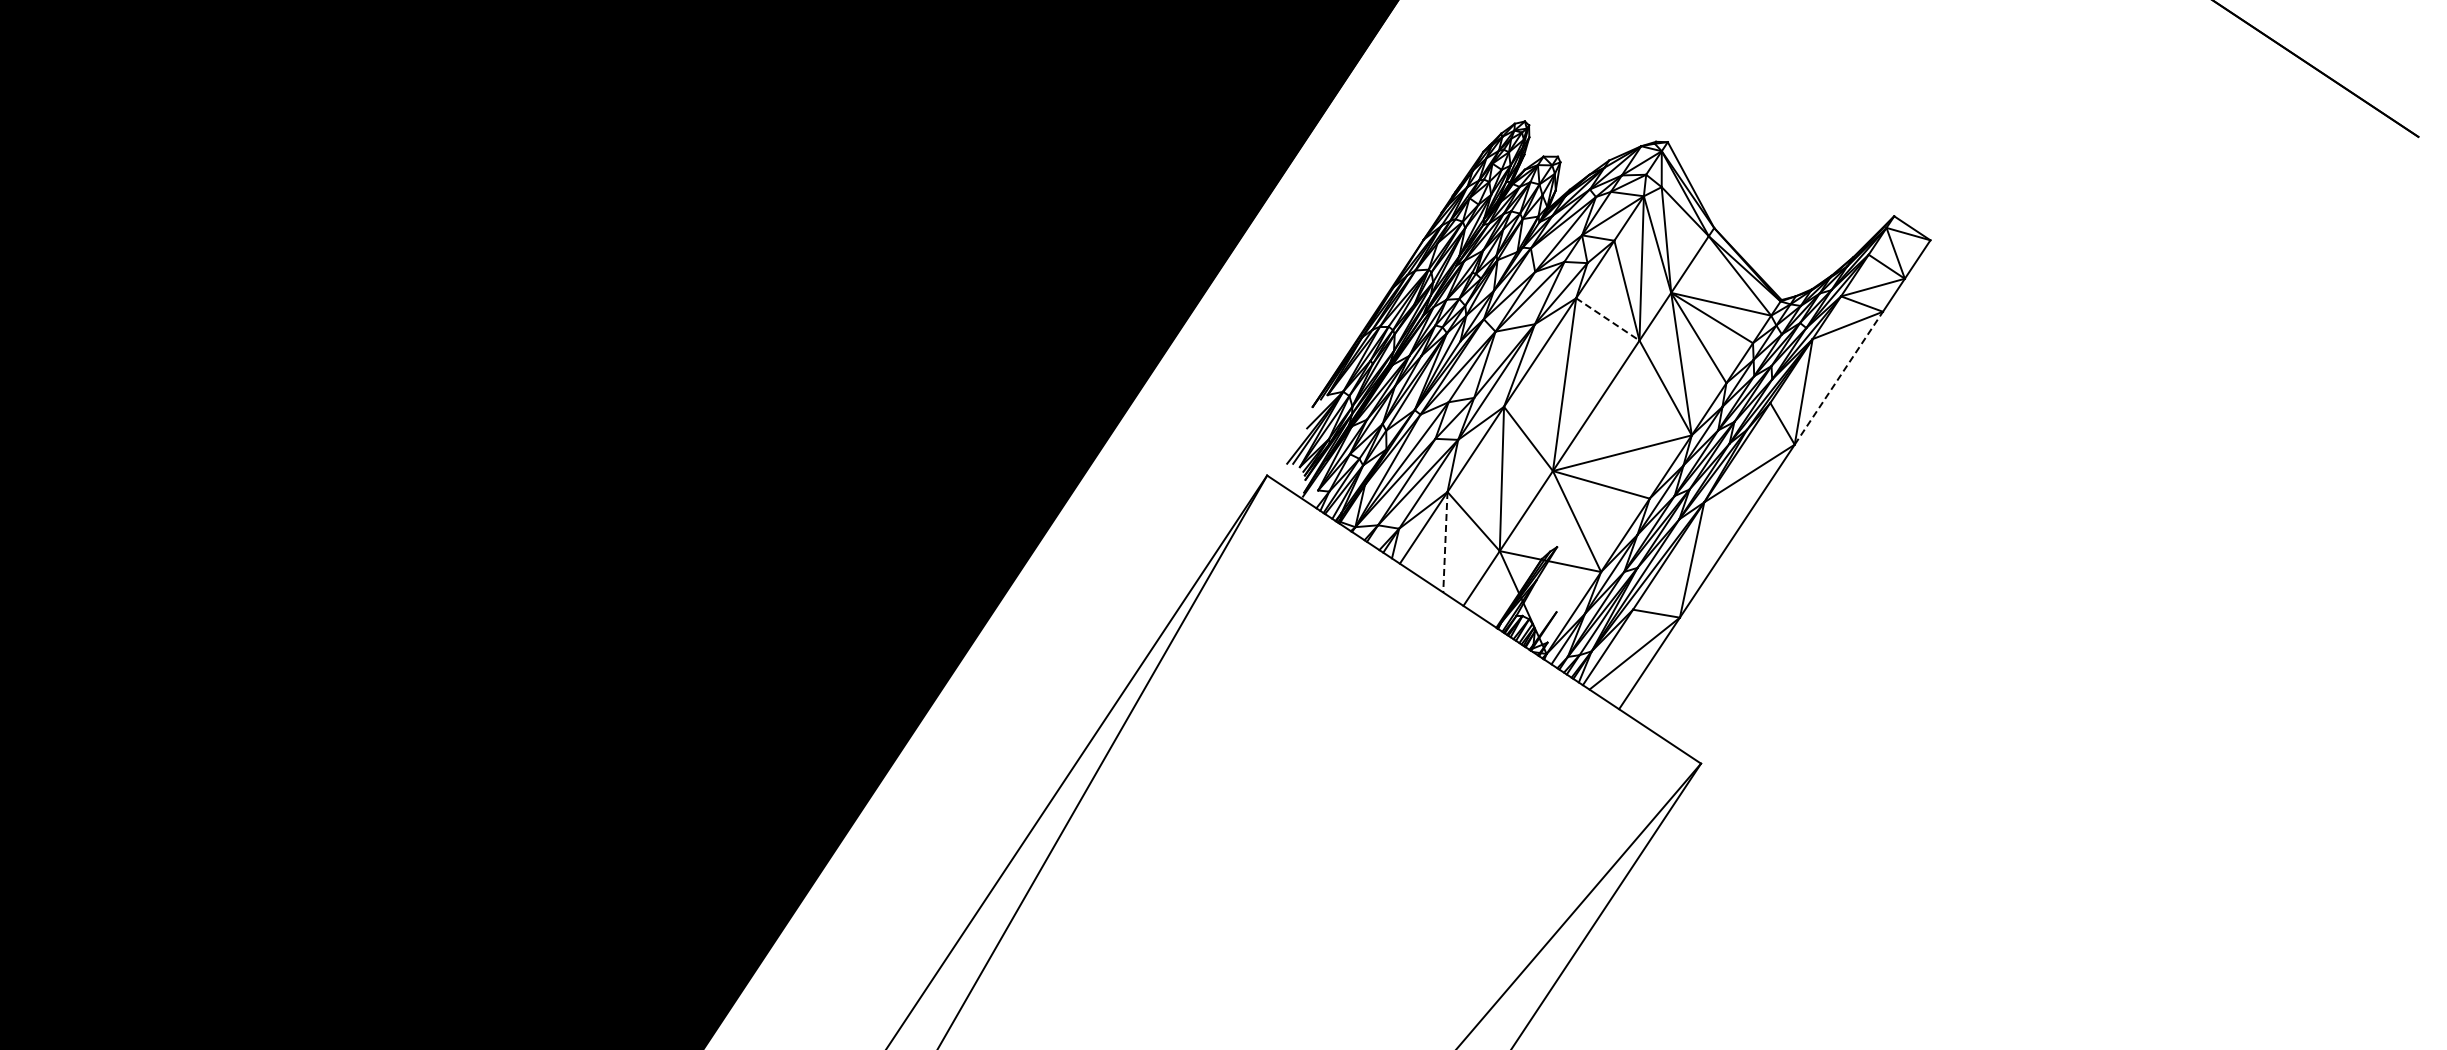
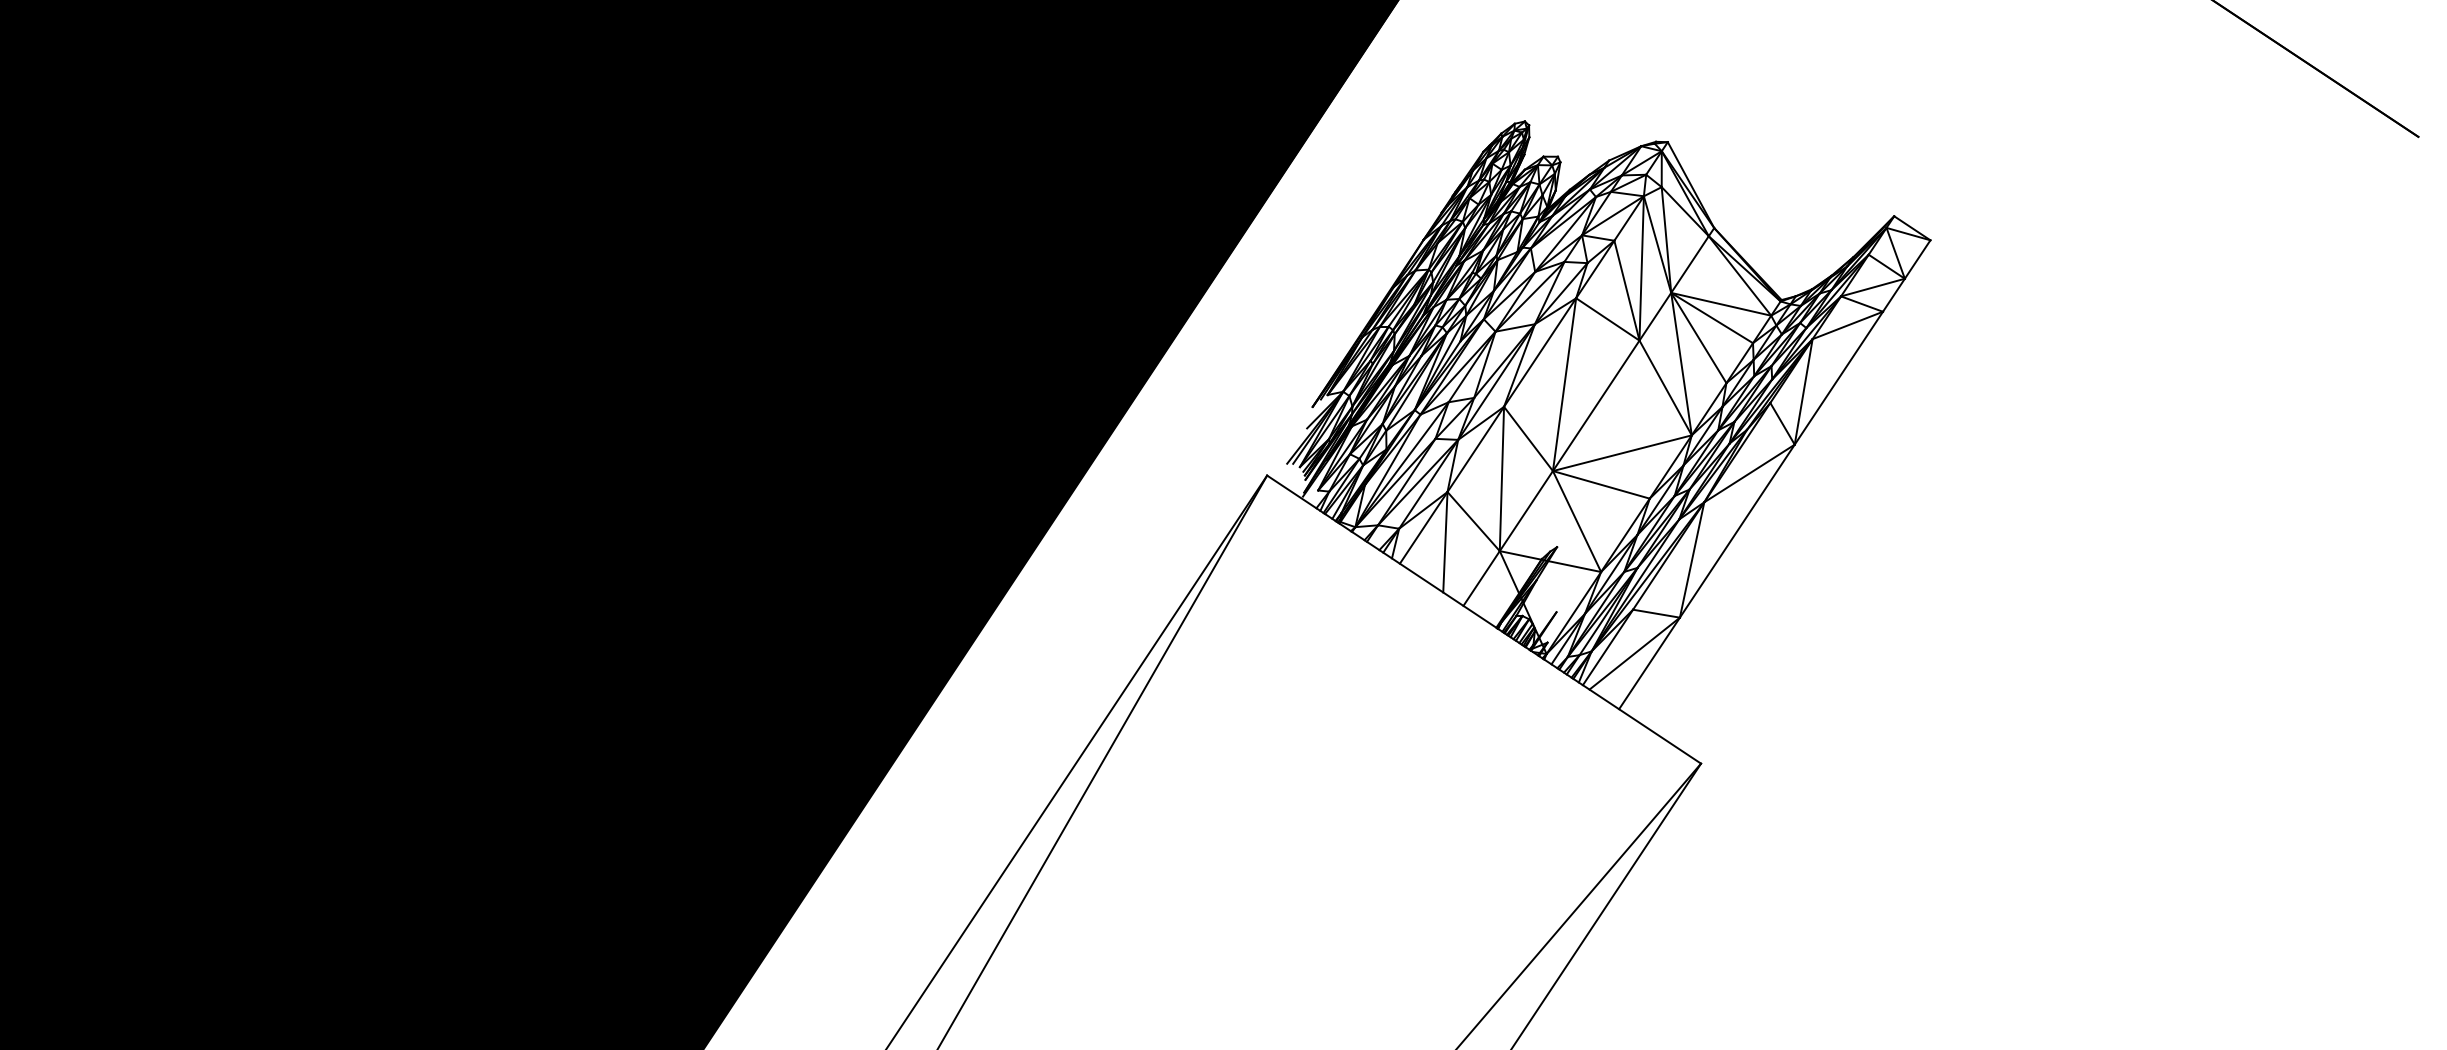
line at (1608, 319): dashed -> solid
line at (1838, 378): dashed -> solid
line at (1445, 542): dashed -> solid
